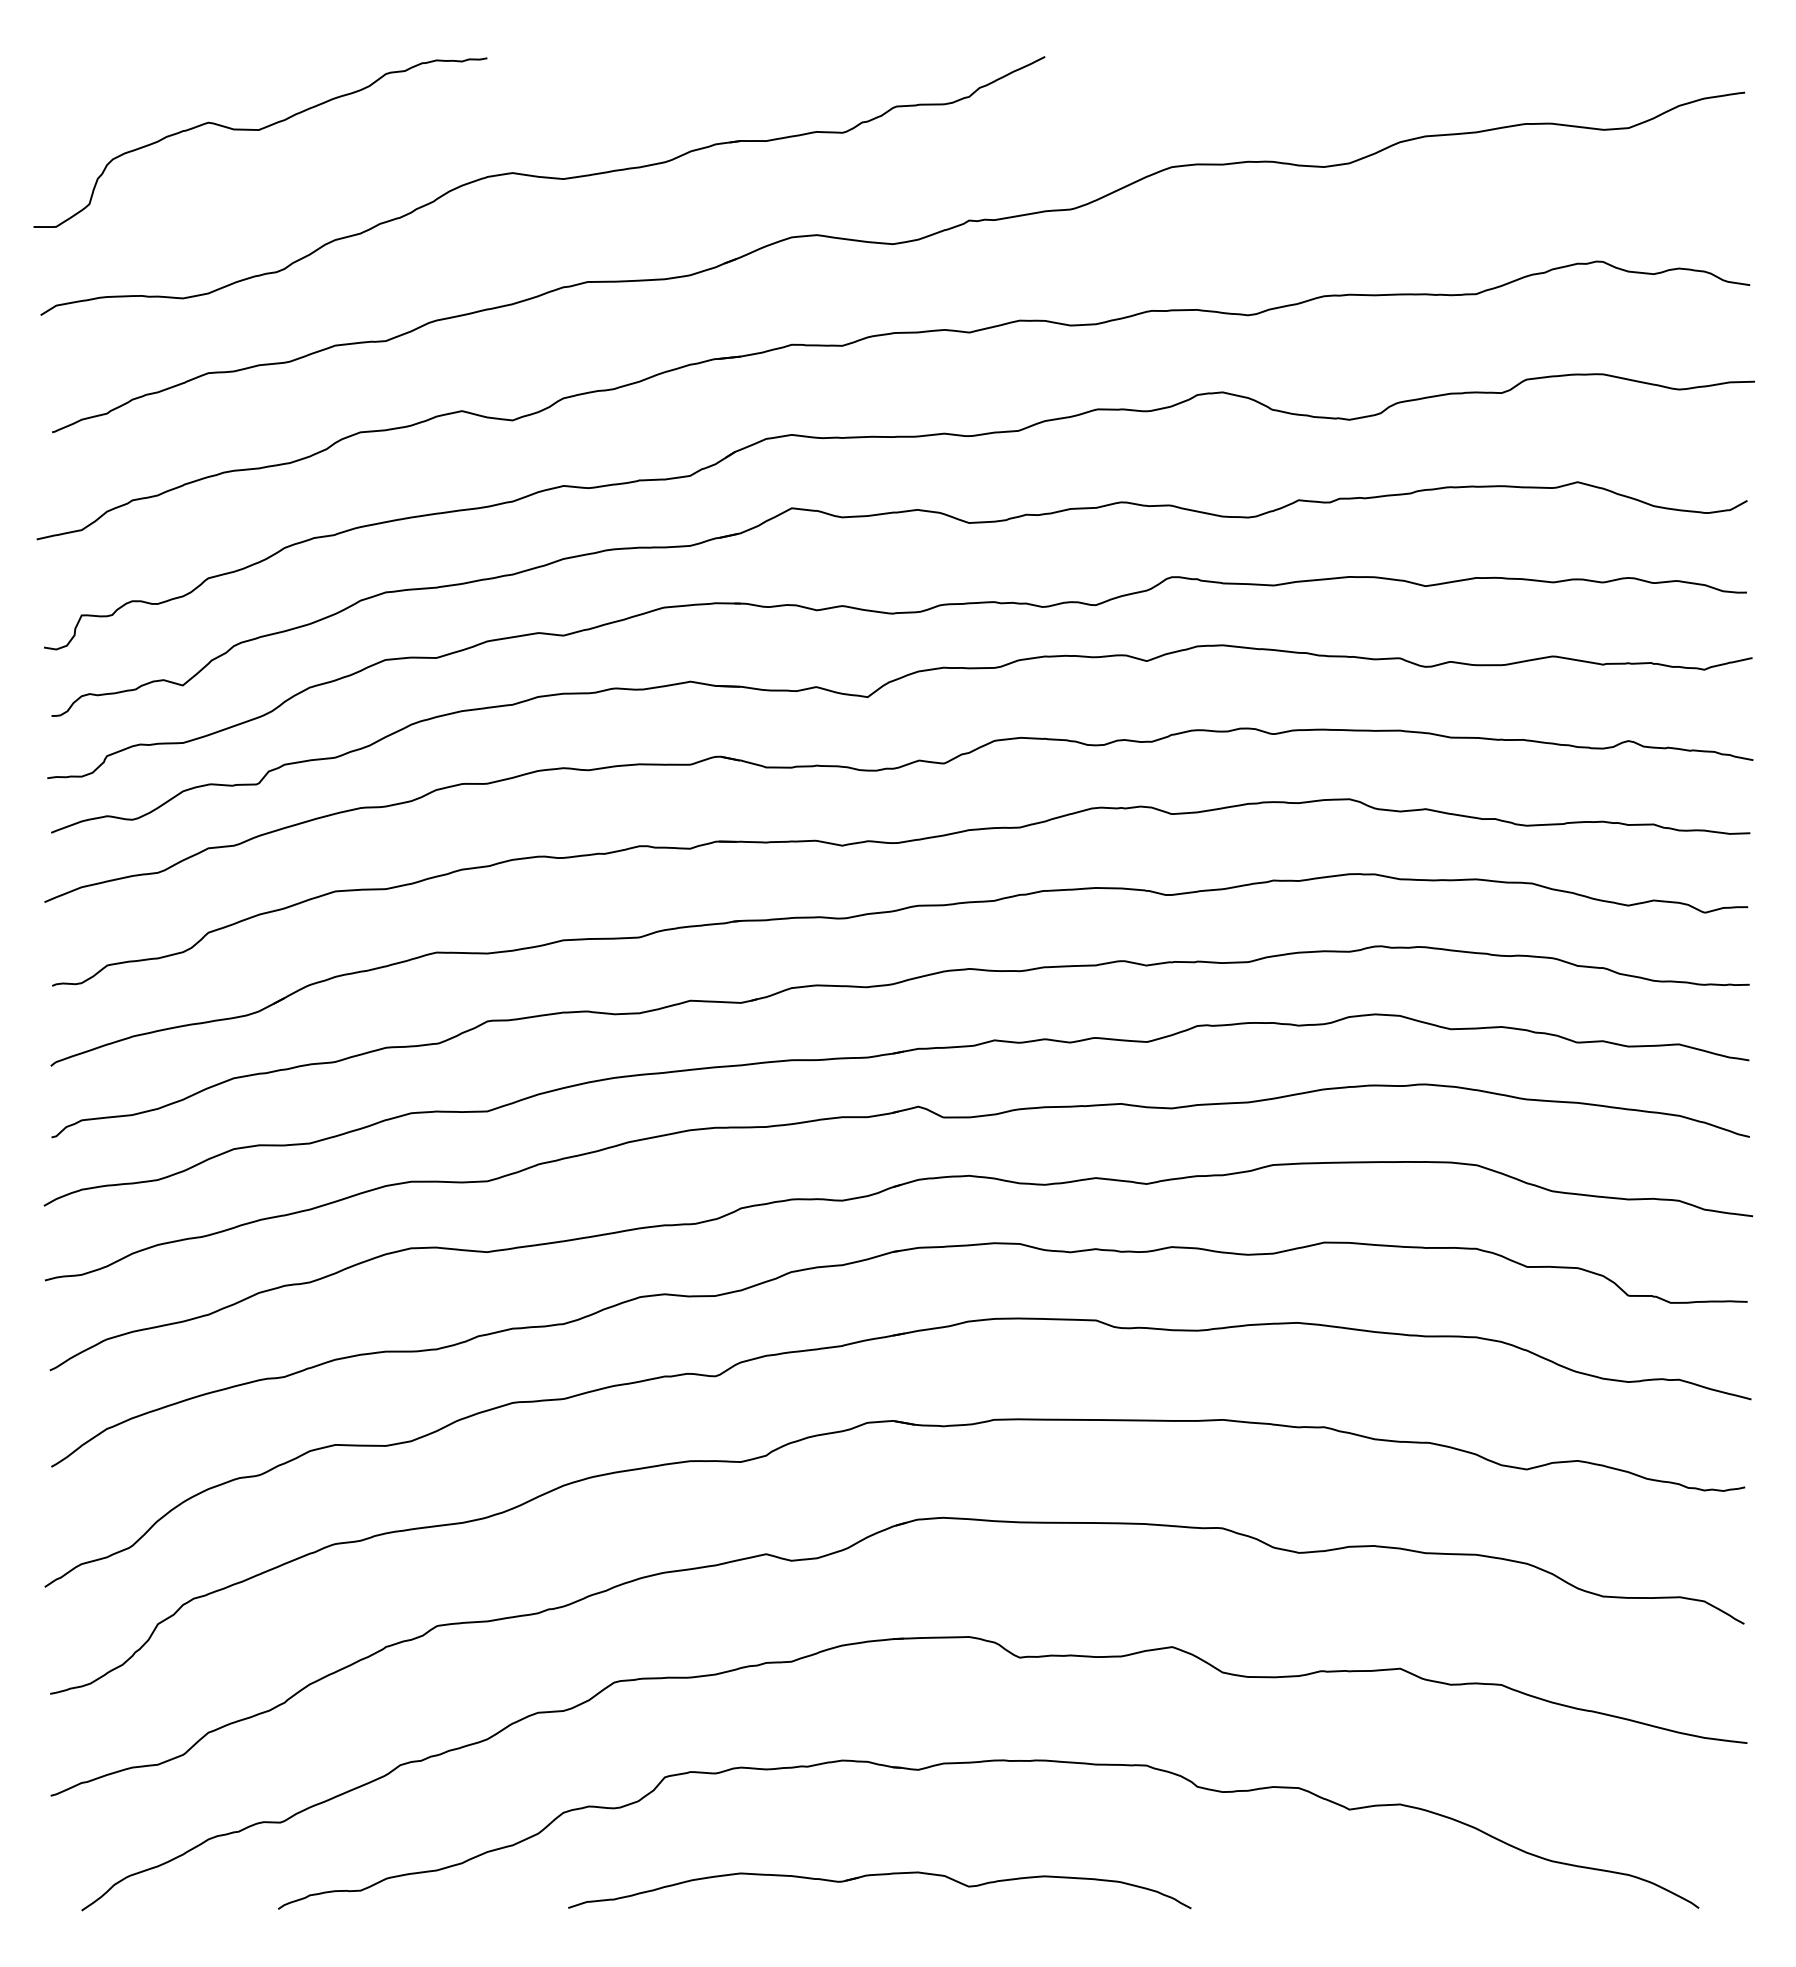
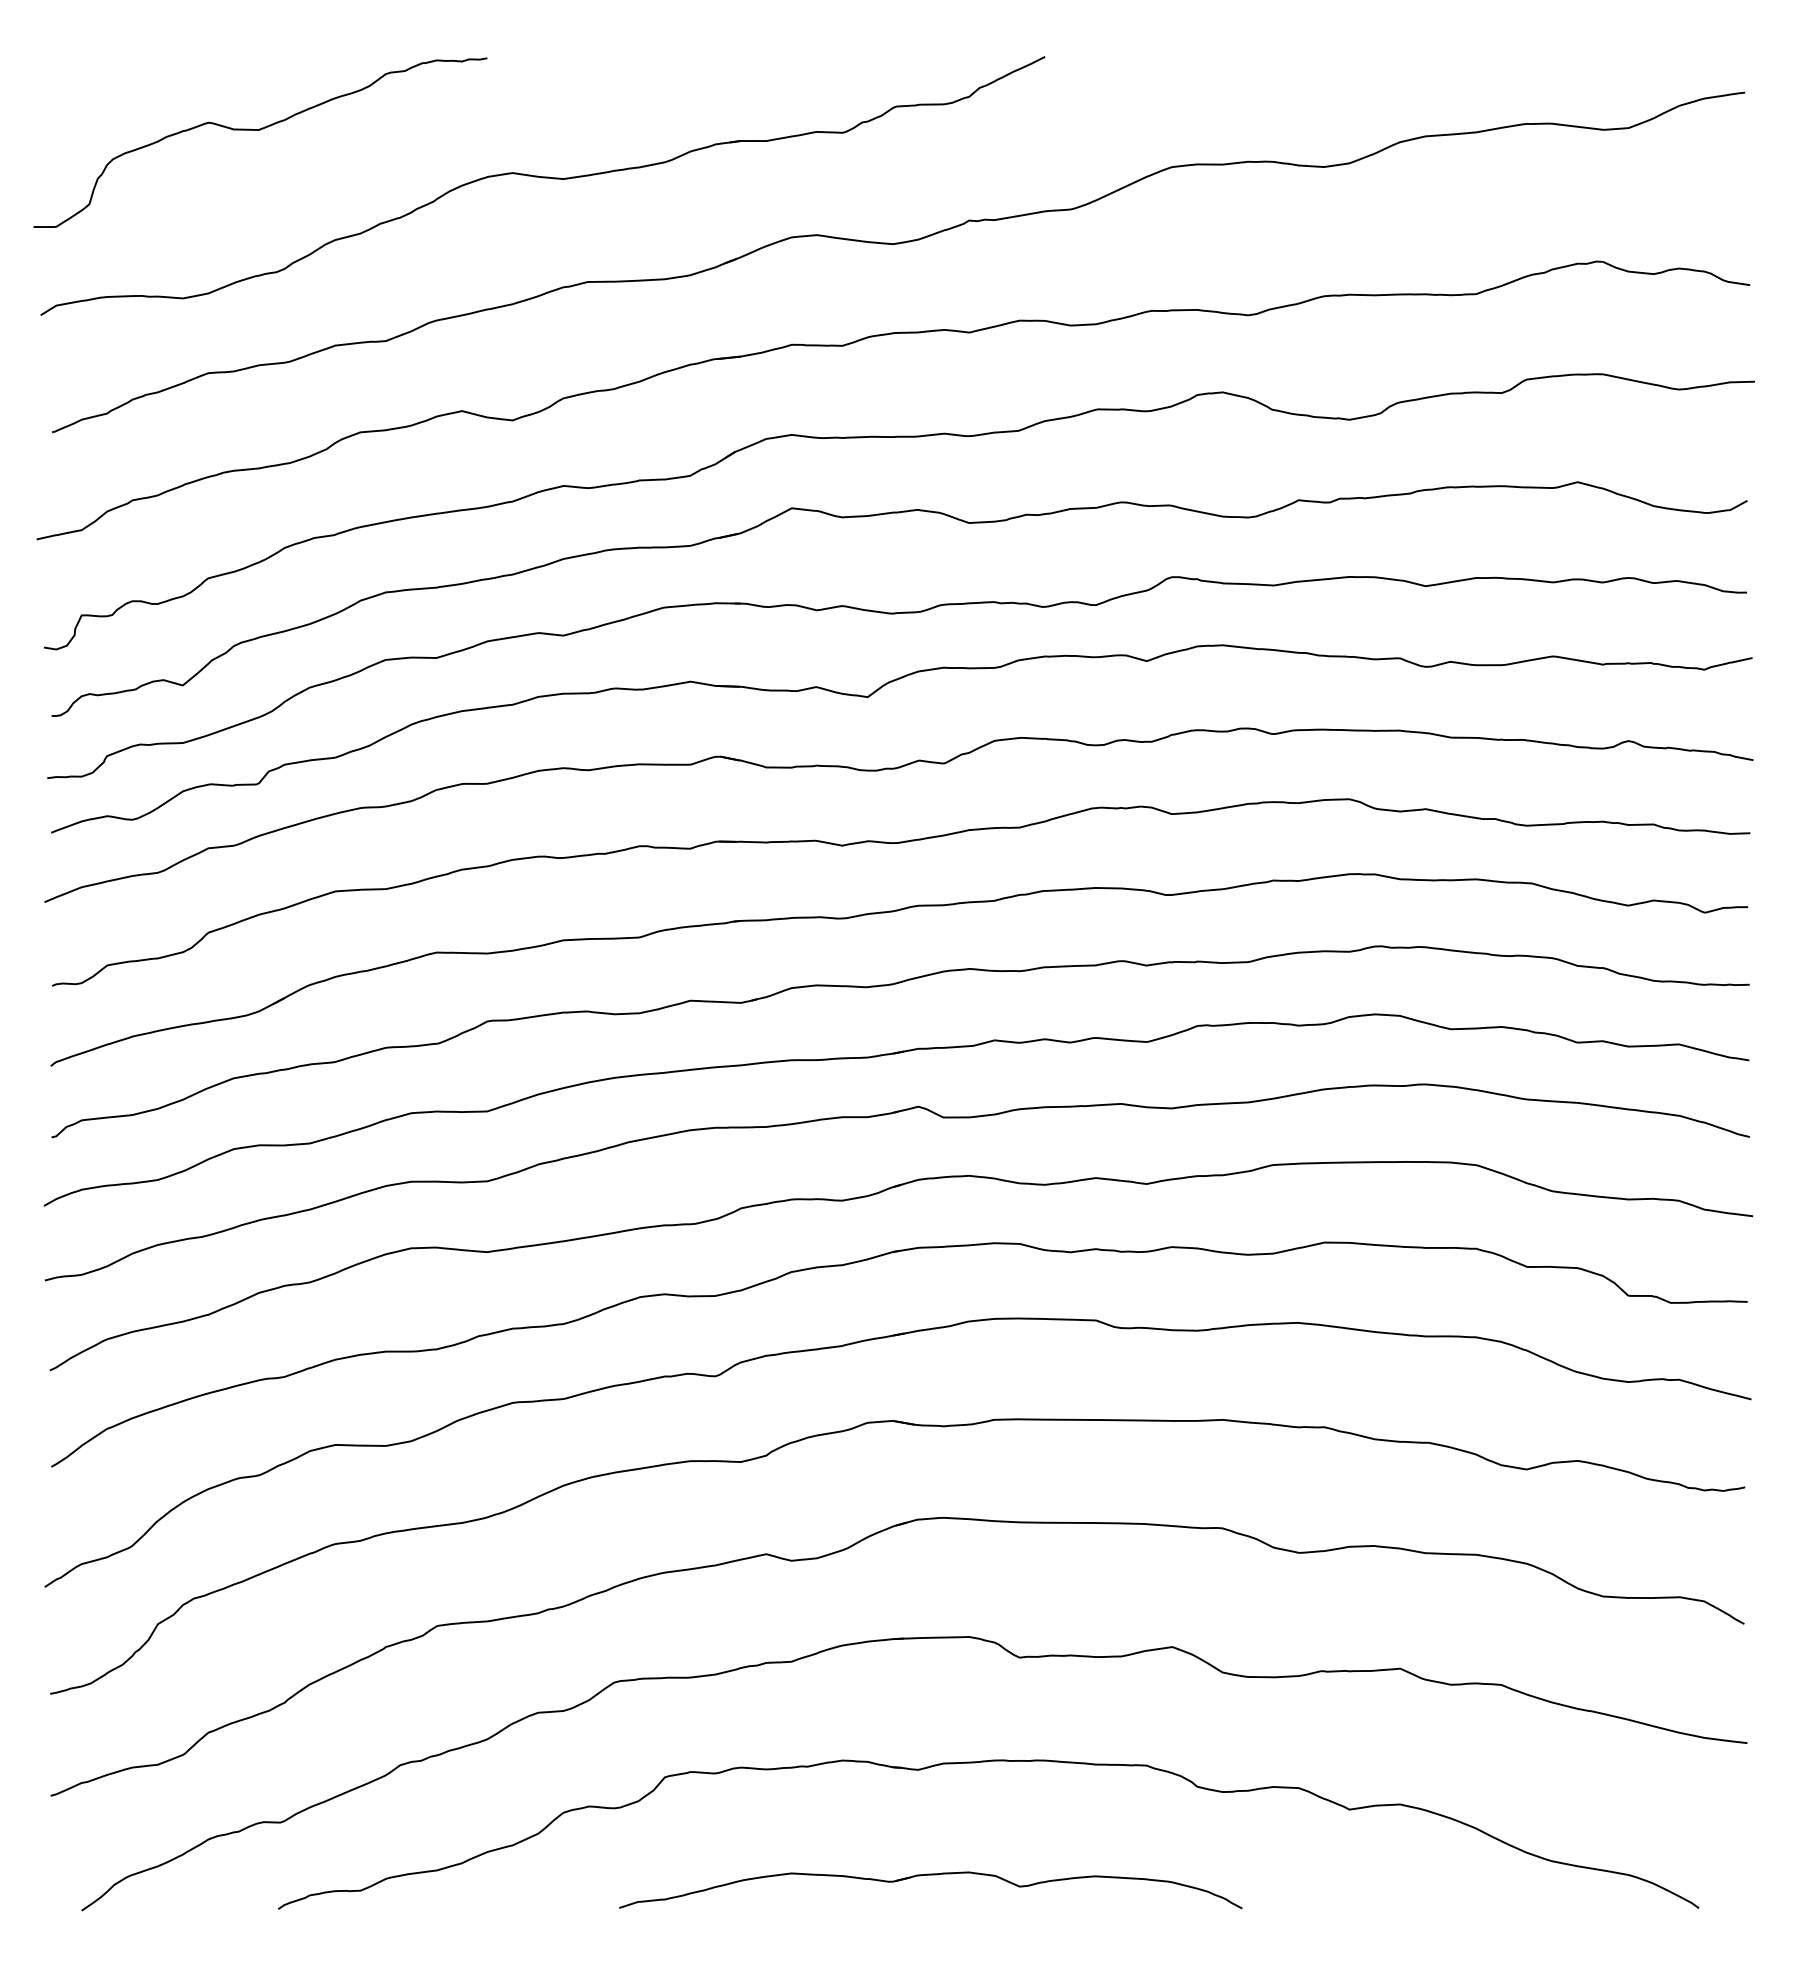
part at (879, 1875) position: (879, 1875) -> (930, 1875)
